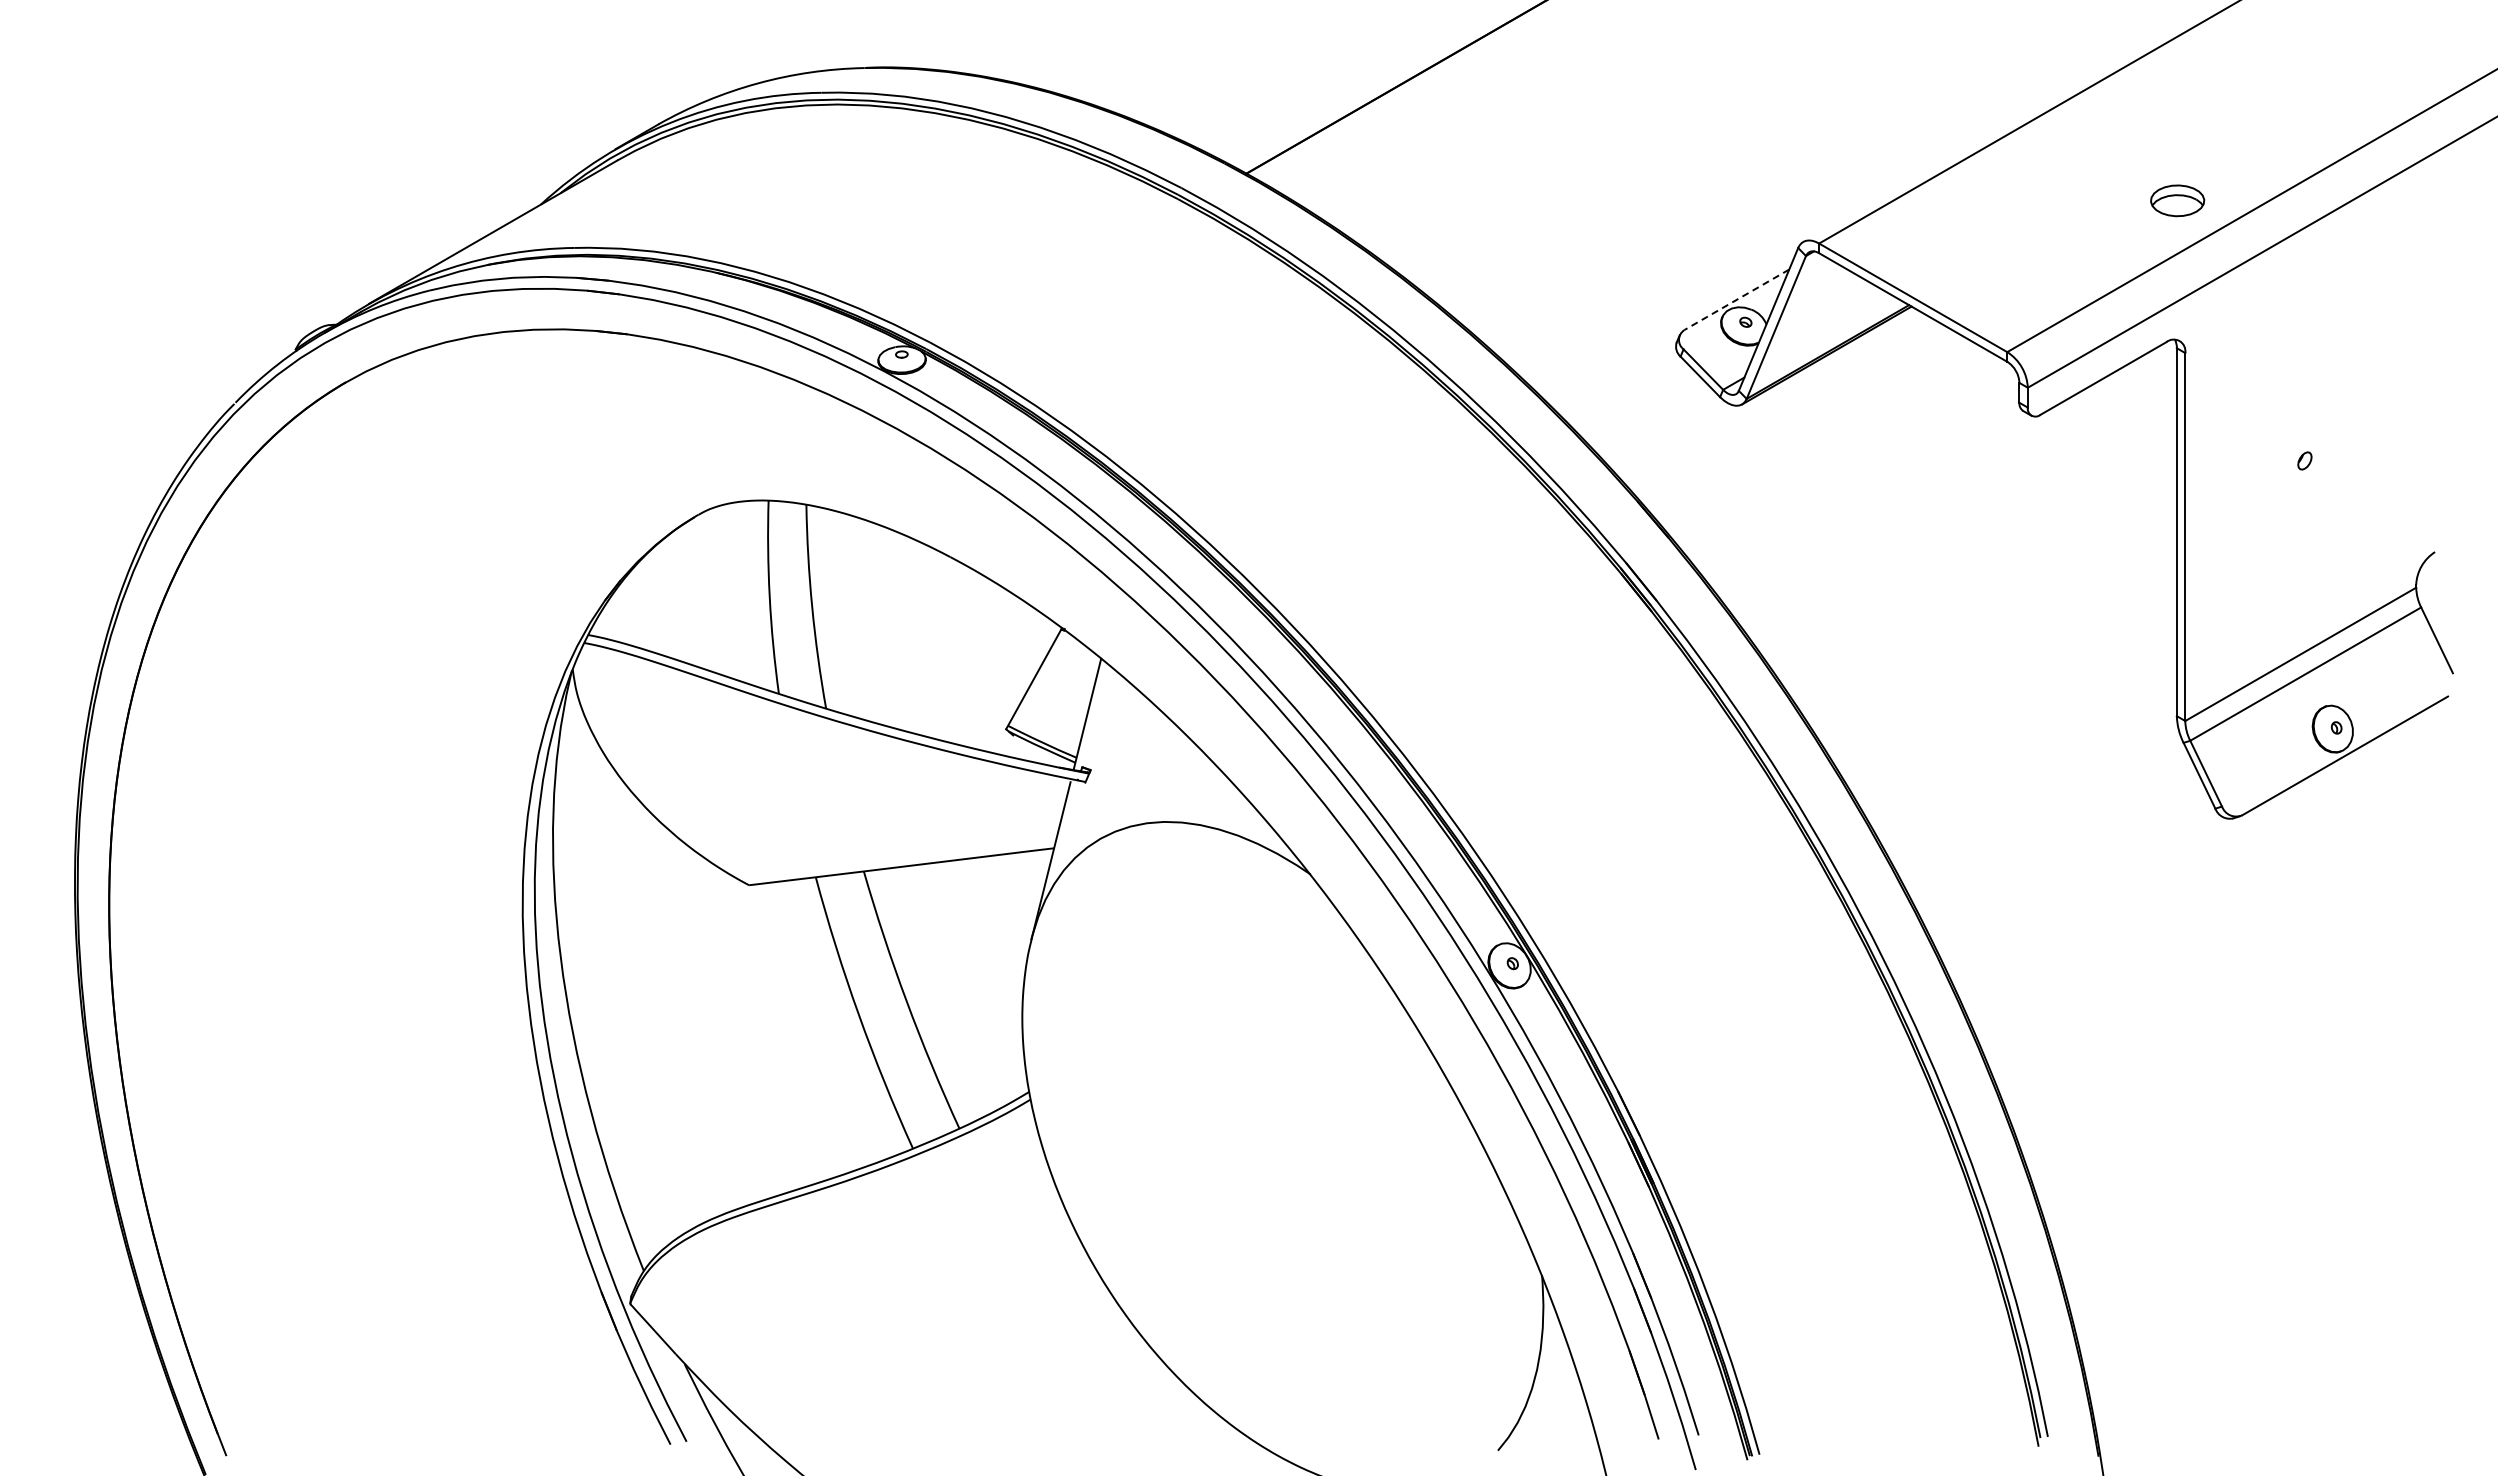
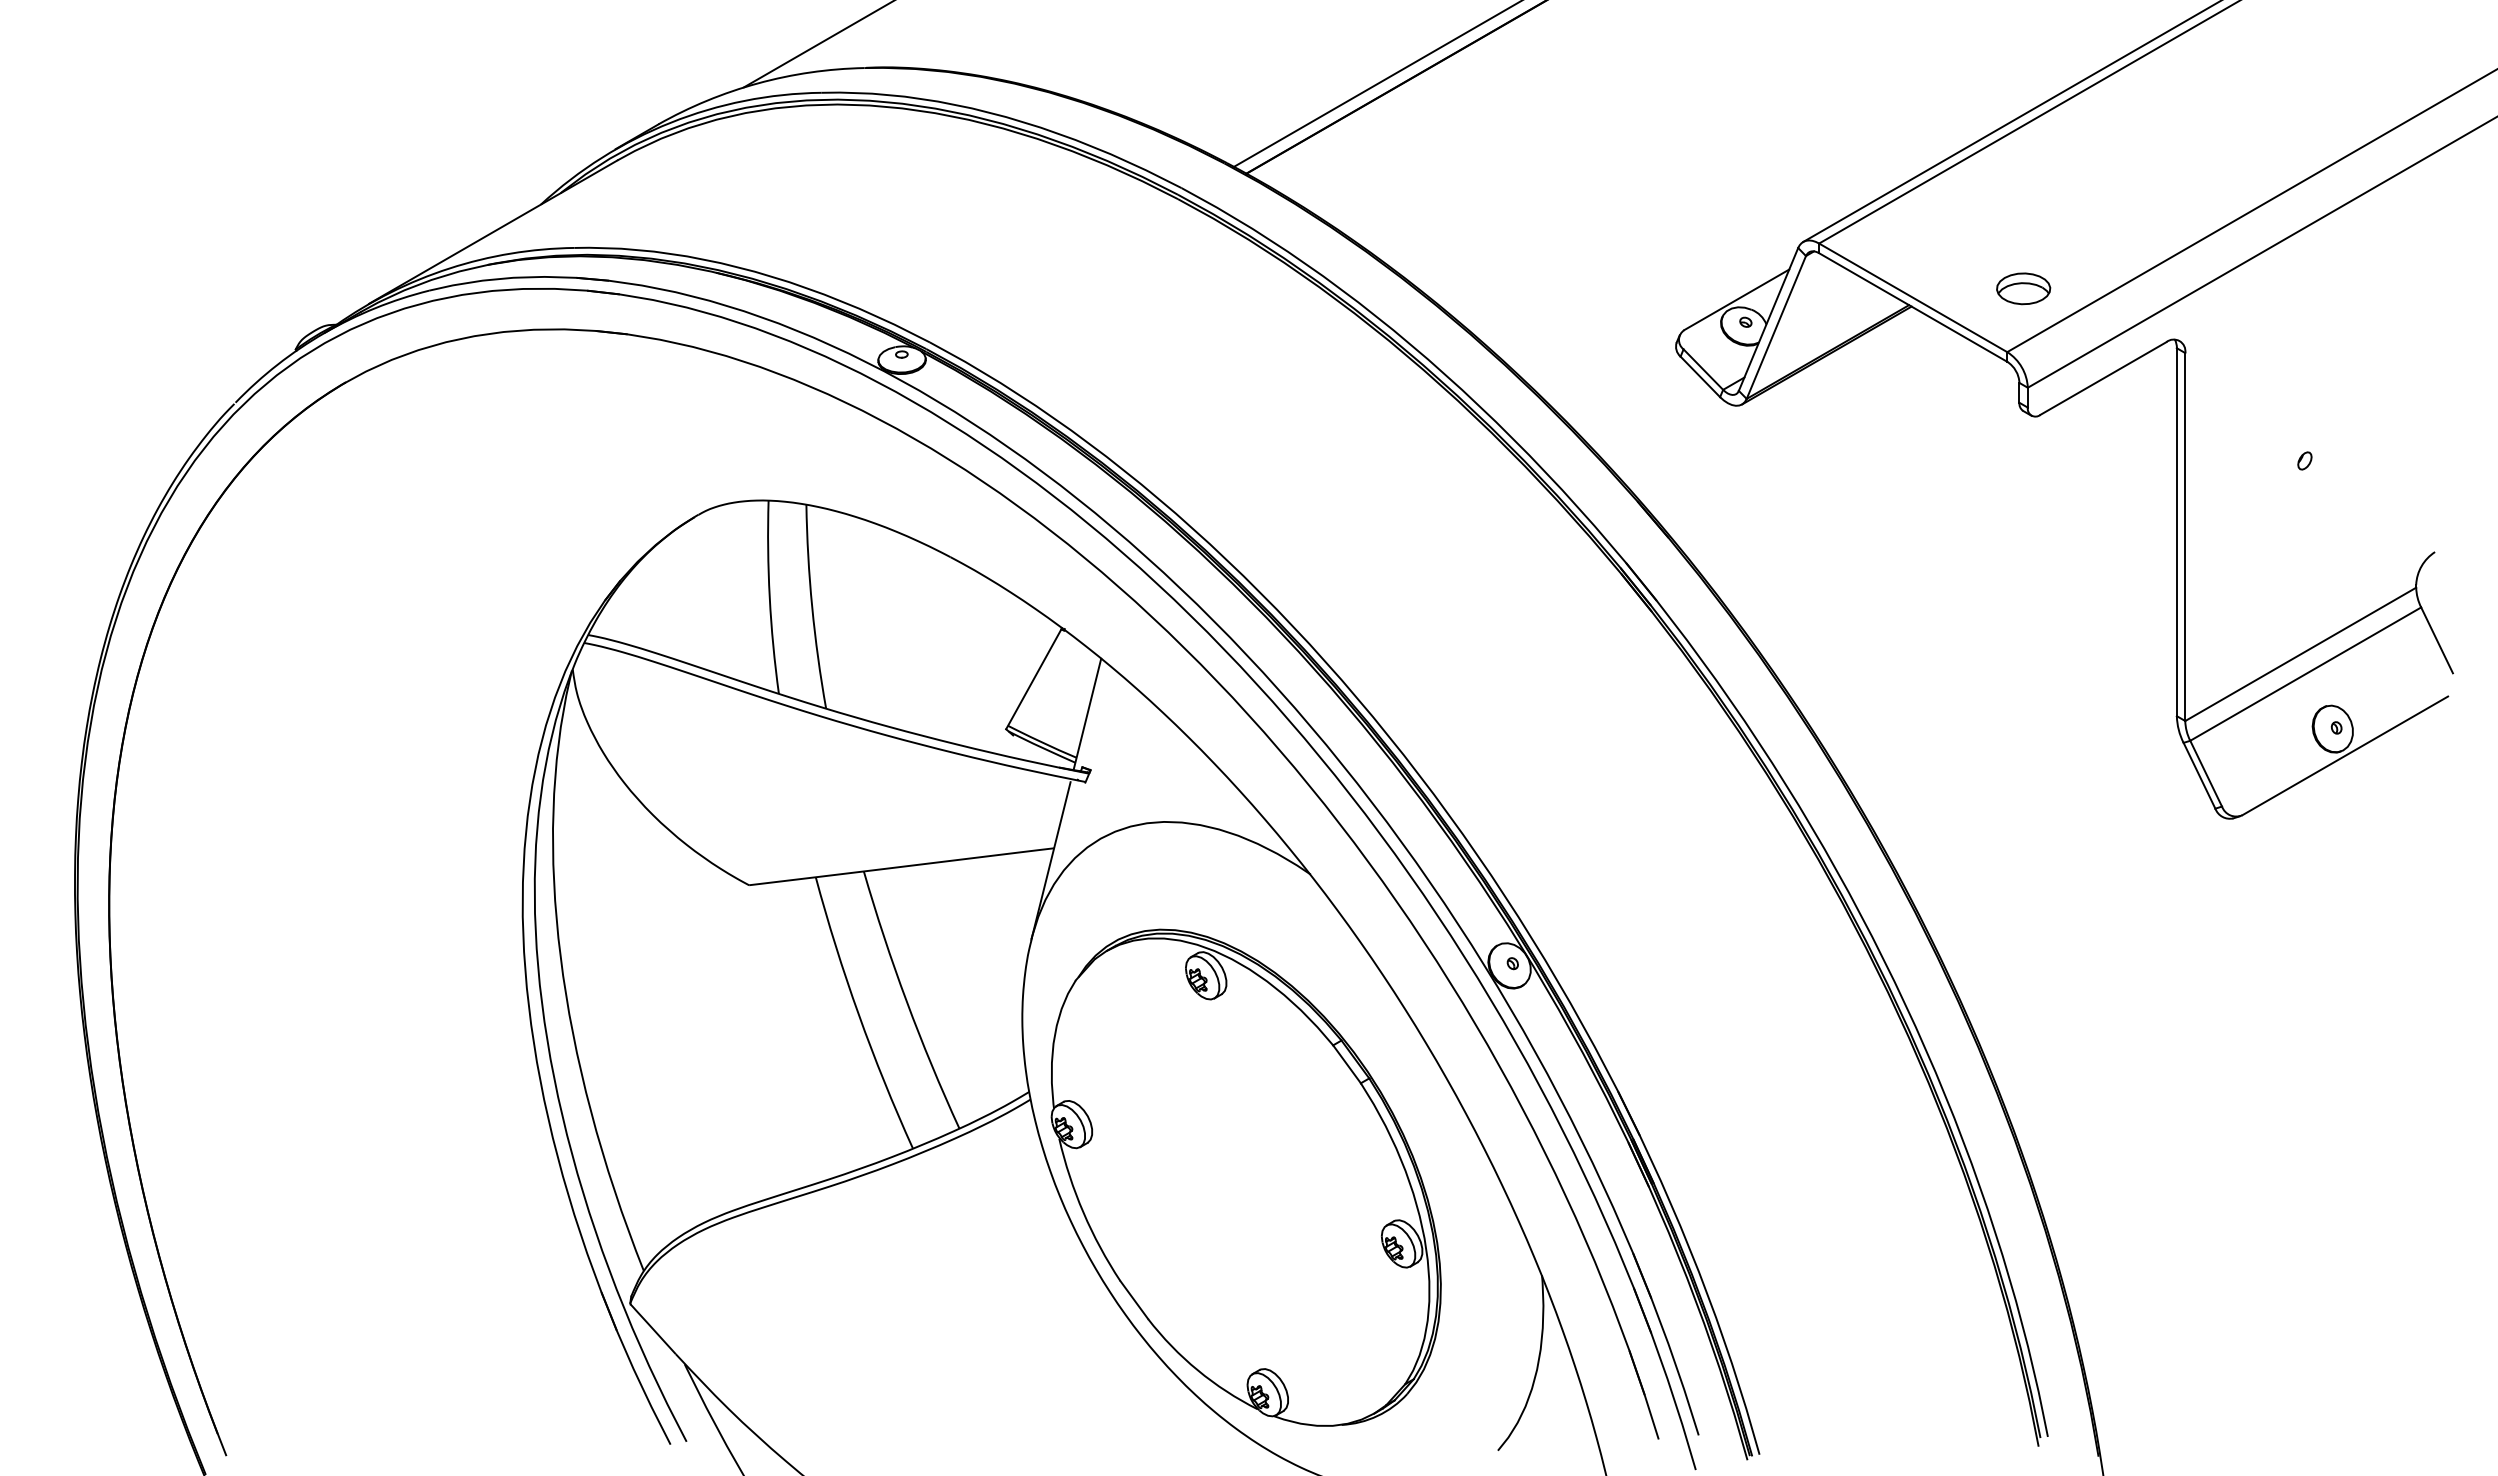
line at (817, 44): none -> present
line at (1376, 84): none -> present
line at (2010, 121): none -> present
part at (2177, 200) position: (2177, 200) -> (2023, 288)
line at (1736, 300): dashed -> solid
part at (1245, 1177): none -> present
